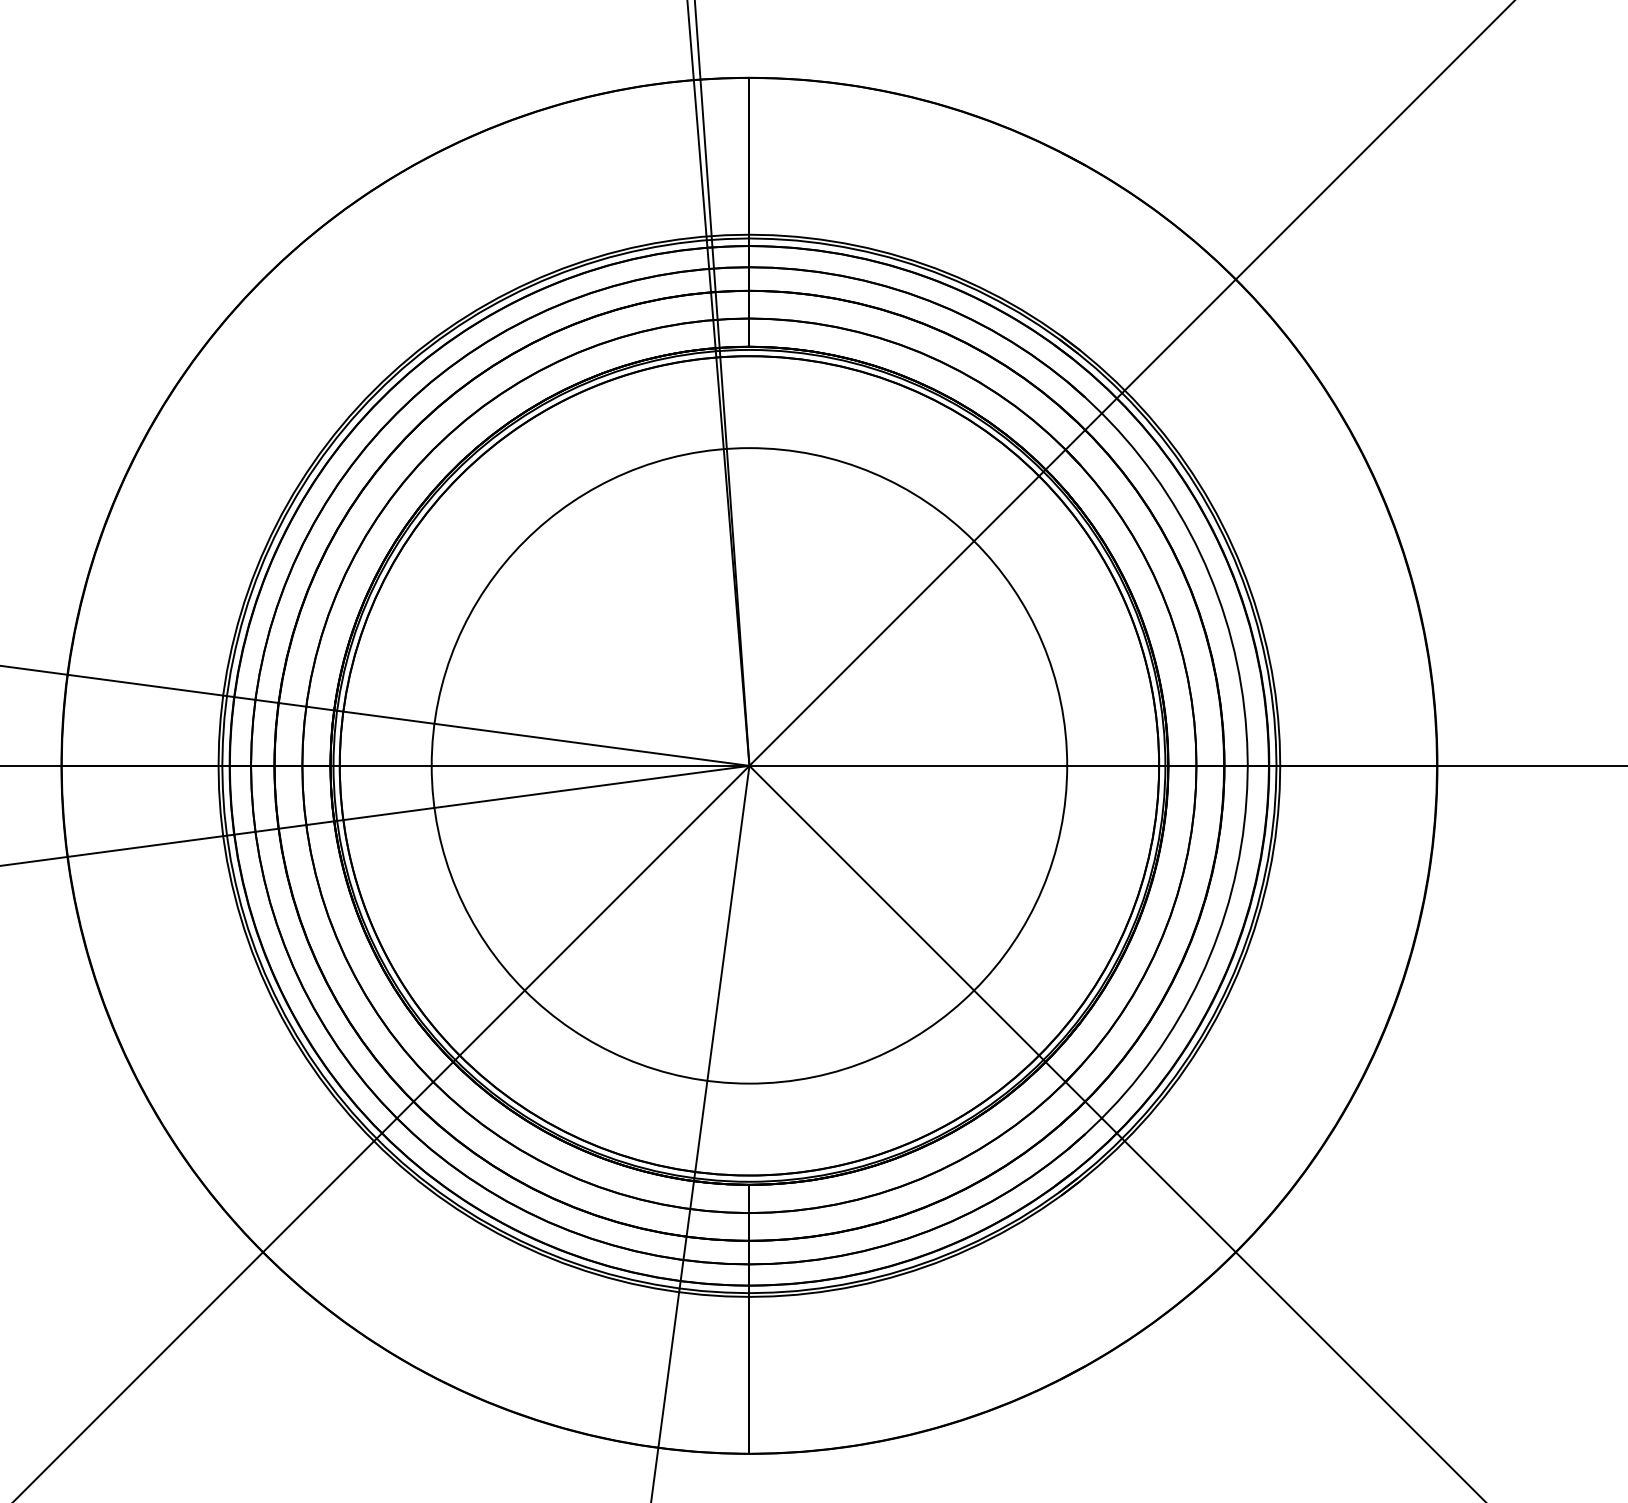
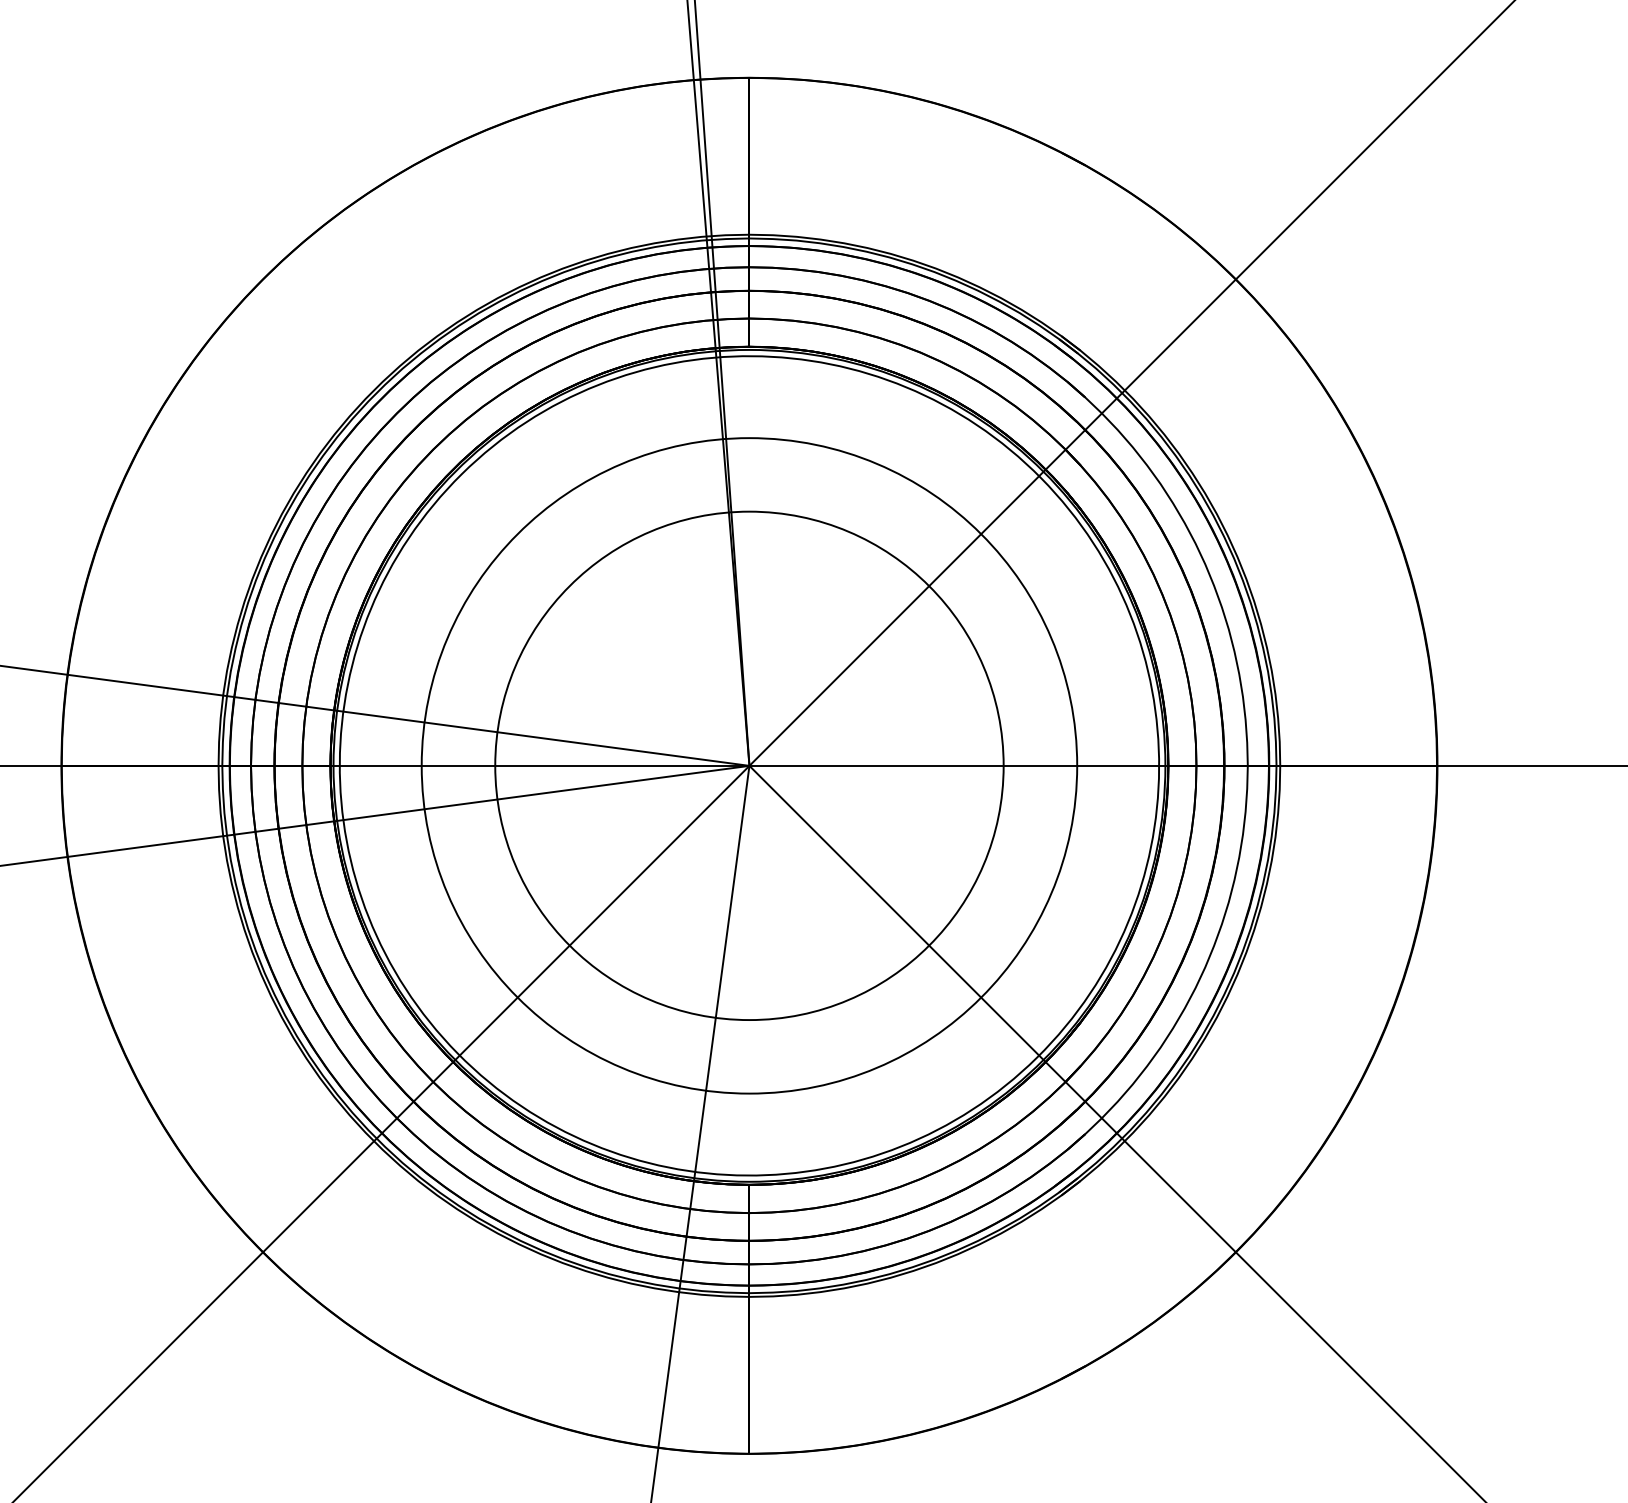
circle at (749, 765) diameter: 636 px -> 508 px
circle at (749, 765) diameter: 819 px -> 655 px
